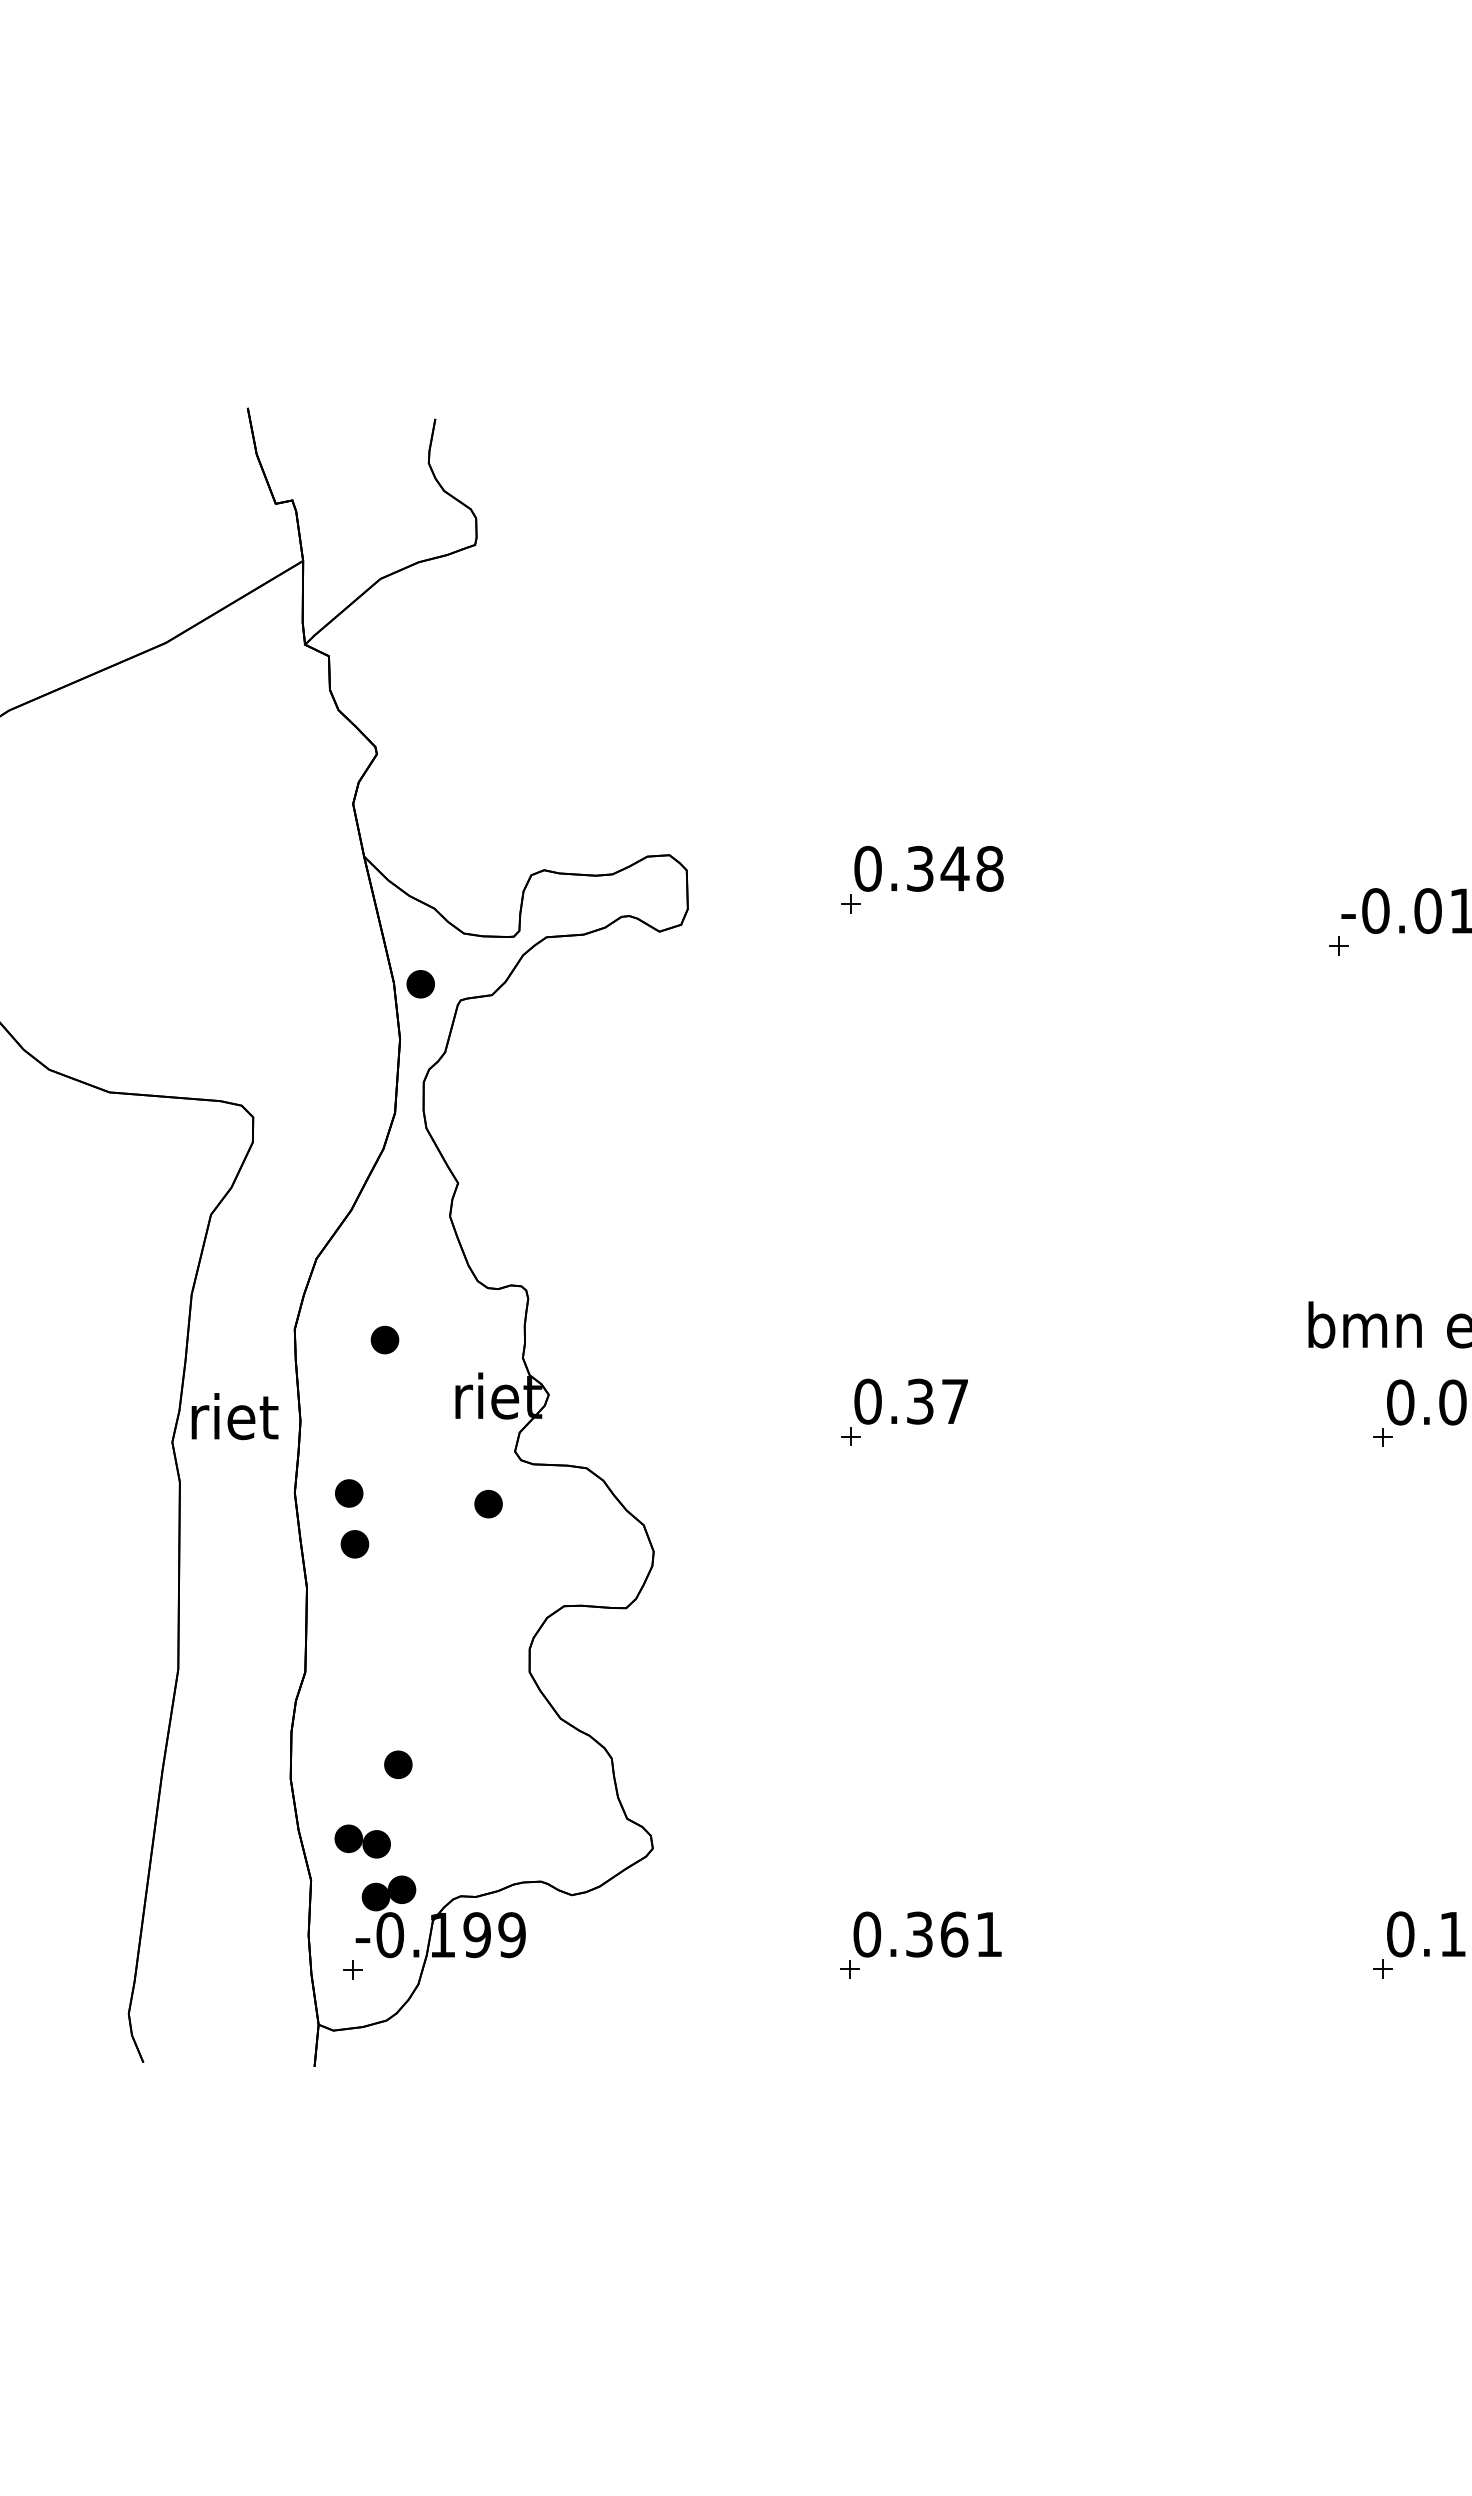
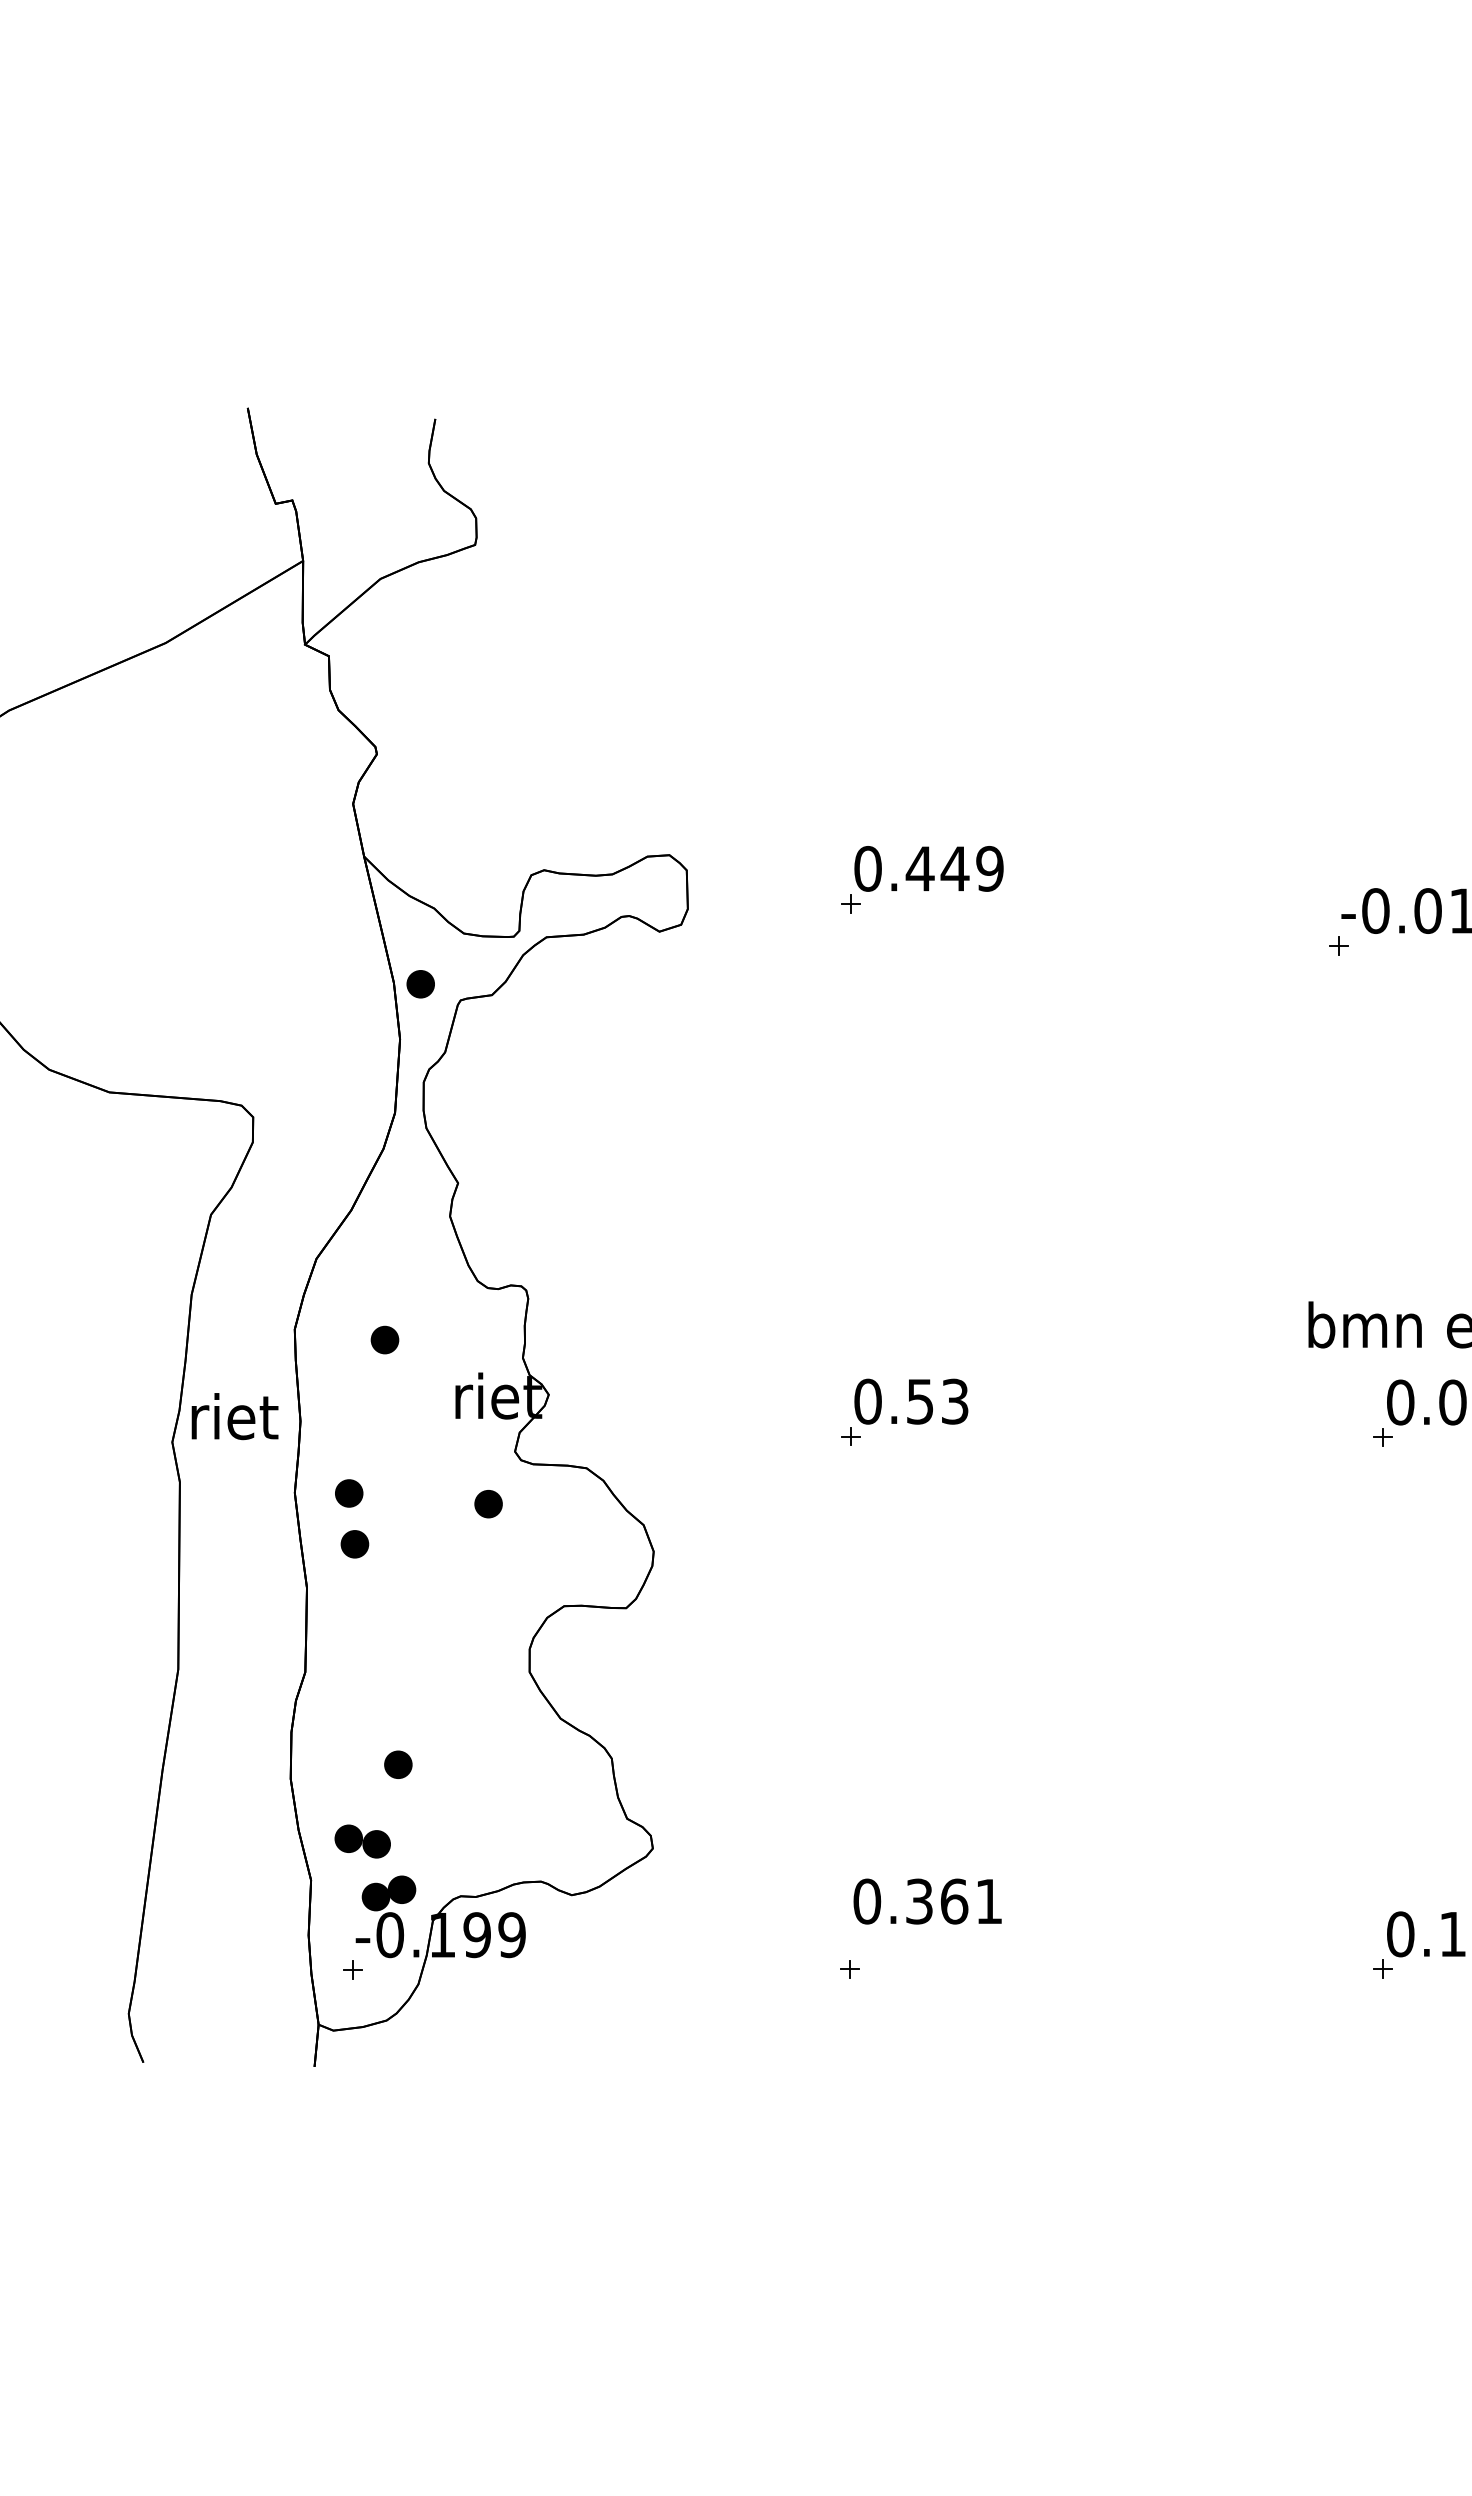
text at (954, 868): 0.348 -> 0.449
text at (937, 1401): 0.37 -> 0.53
text at (927, 1934) position: (927, 1934) -> (927, 1901)
